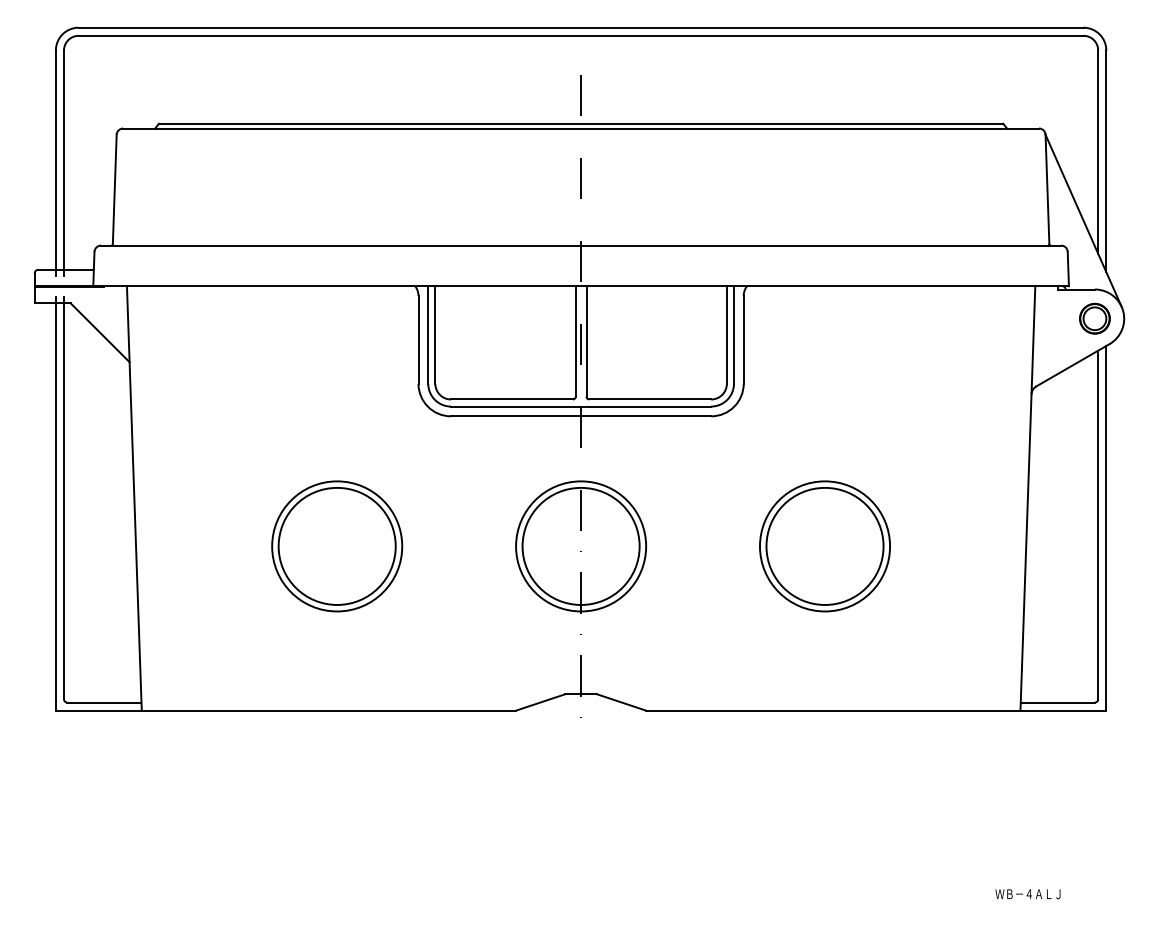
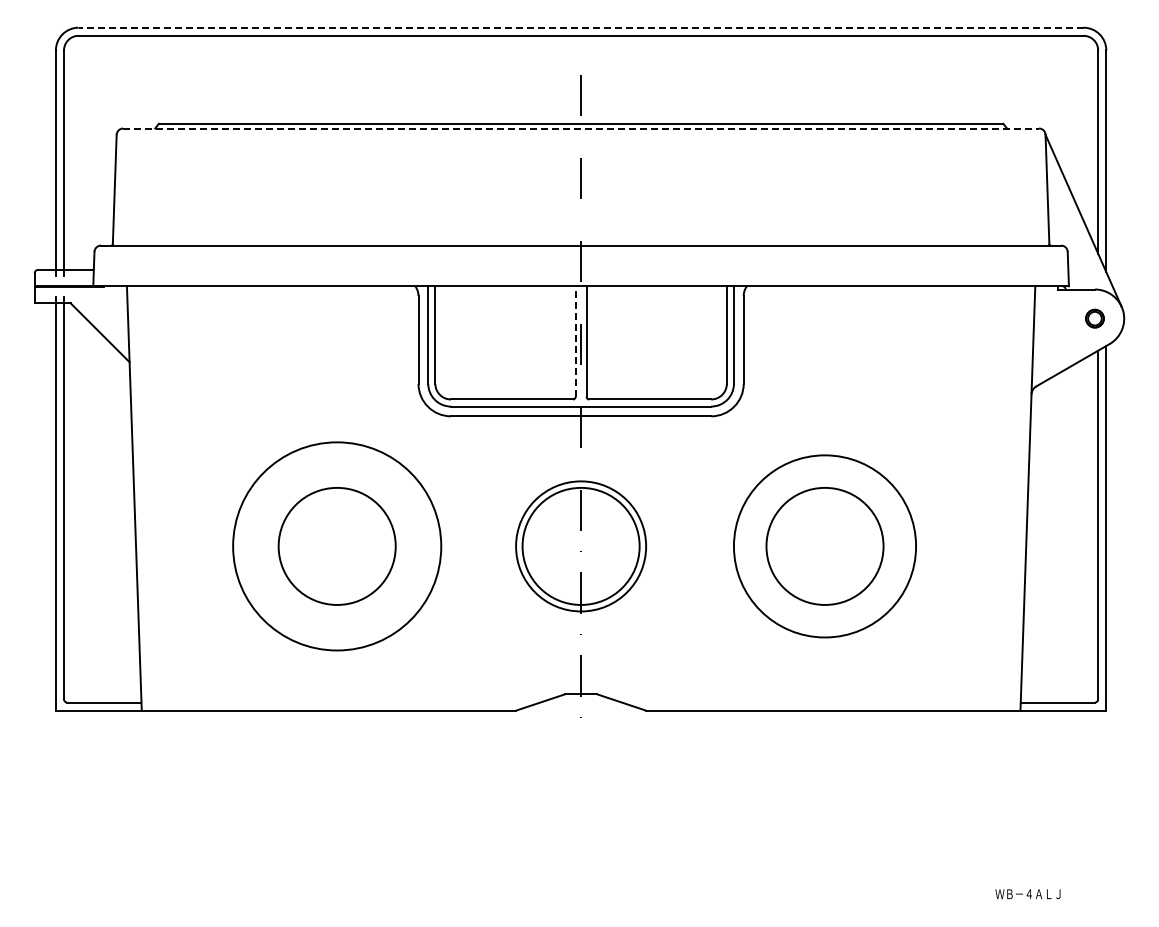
line at (580, 27): solid -> dashed
line at (581, 128): solid -> dashed
part at (1094, 318) size: 32x33 px -> 20x21 px
line at (575, 341): solid -> dashed
circle at (337, 546) diameter: 130 px -> 208 px
circle at (824, 546) diameter: 130 px -> 182 px
